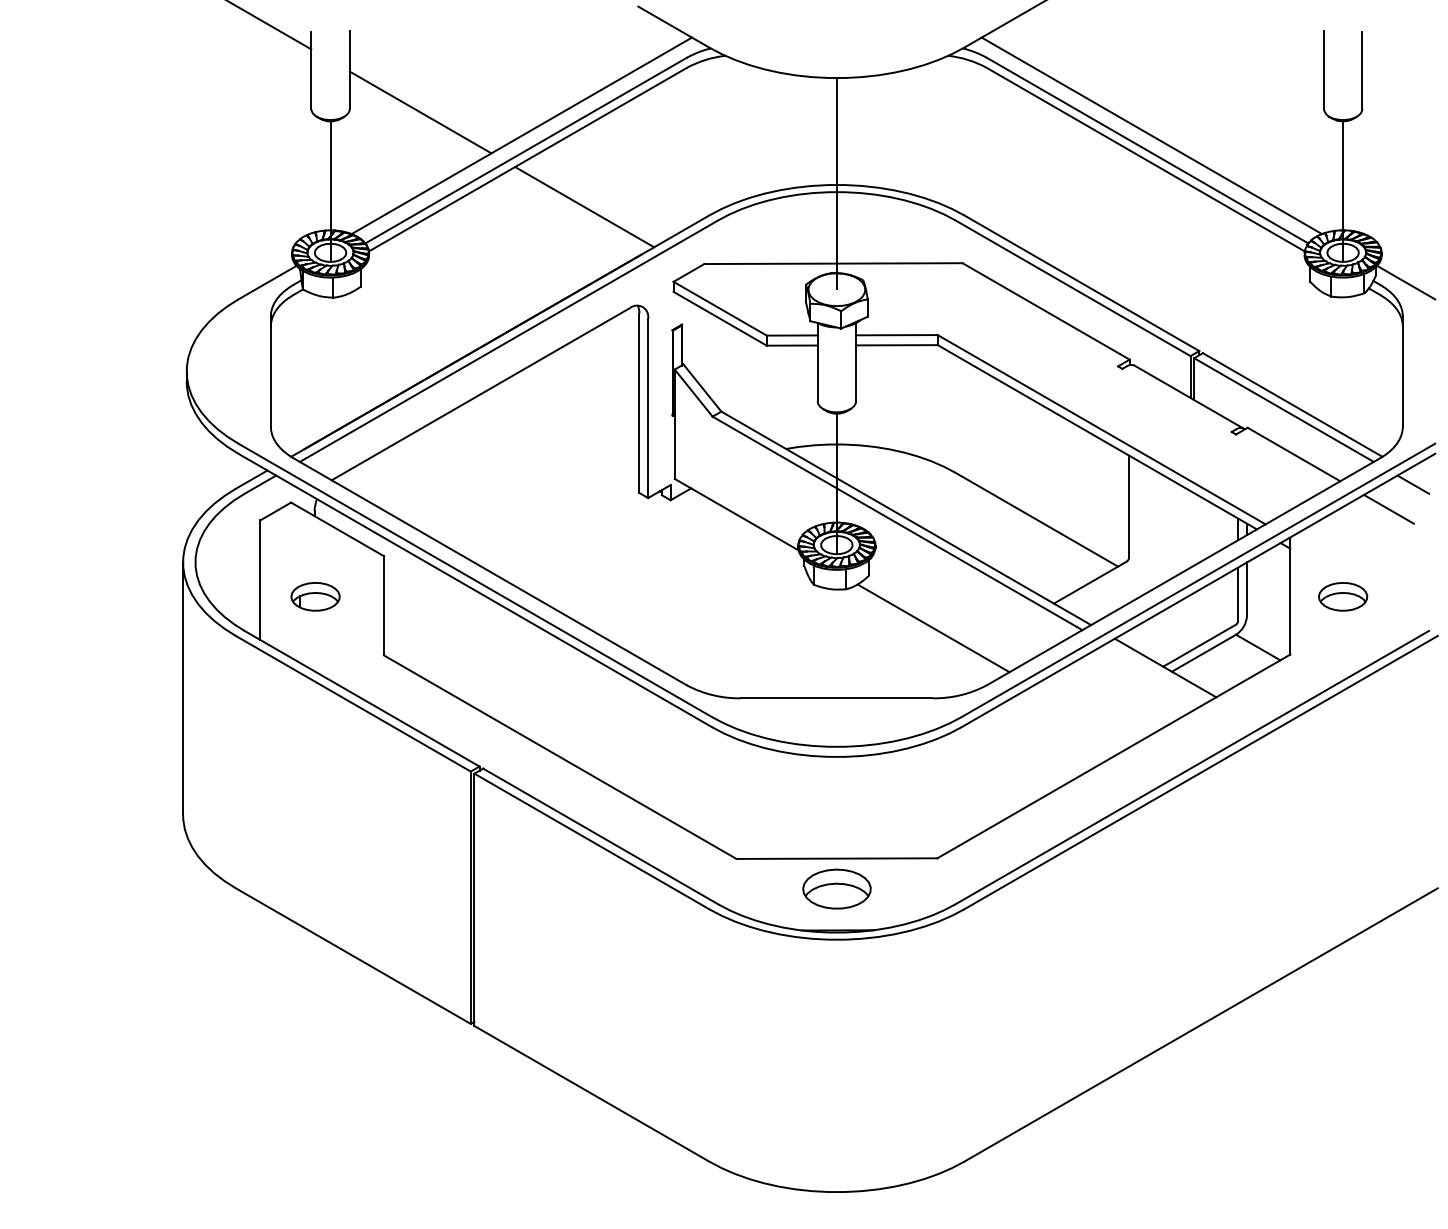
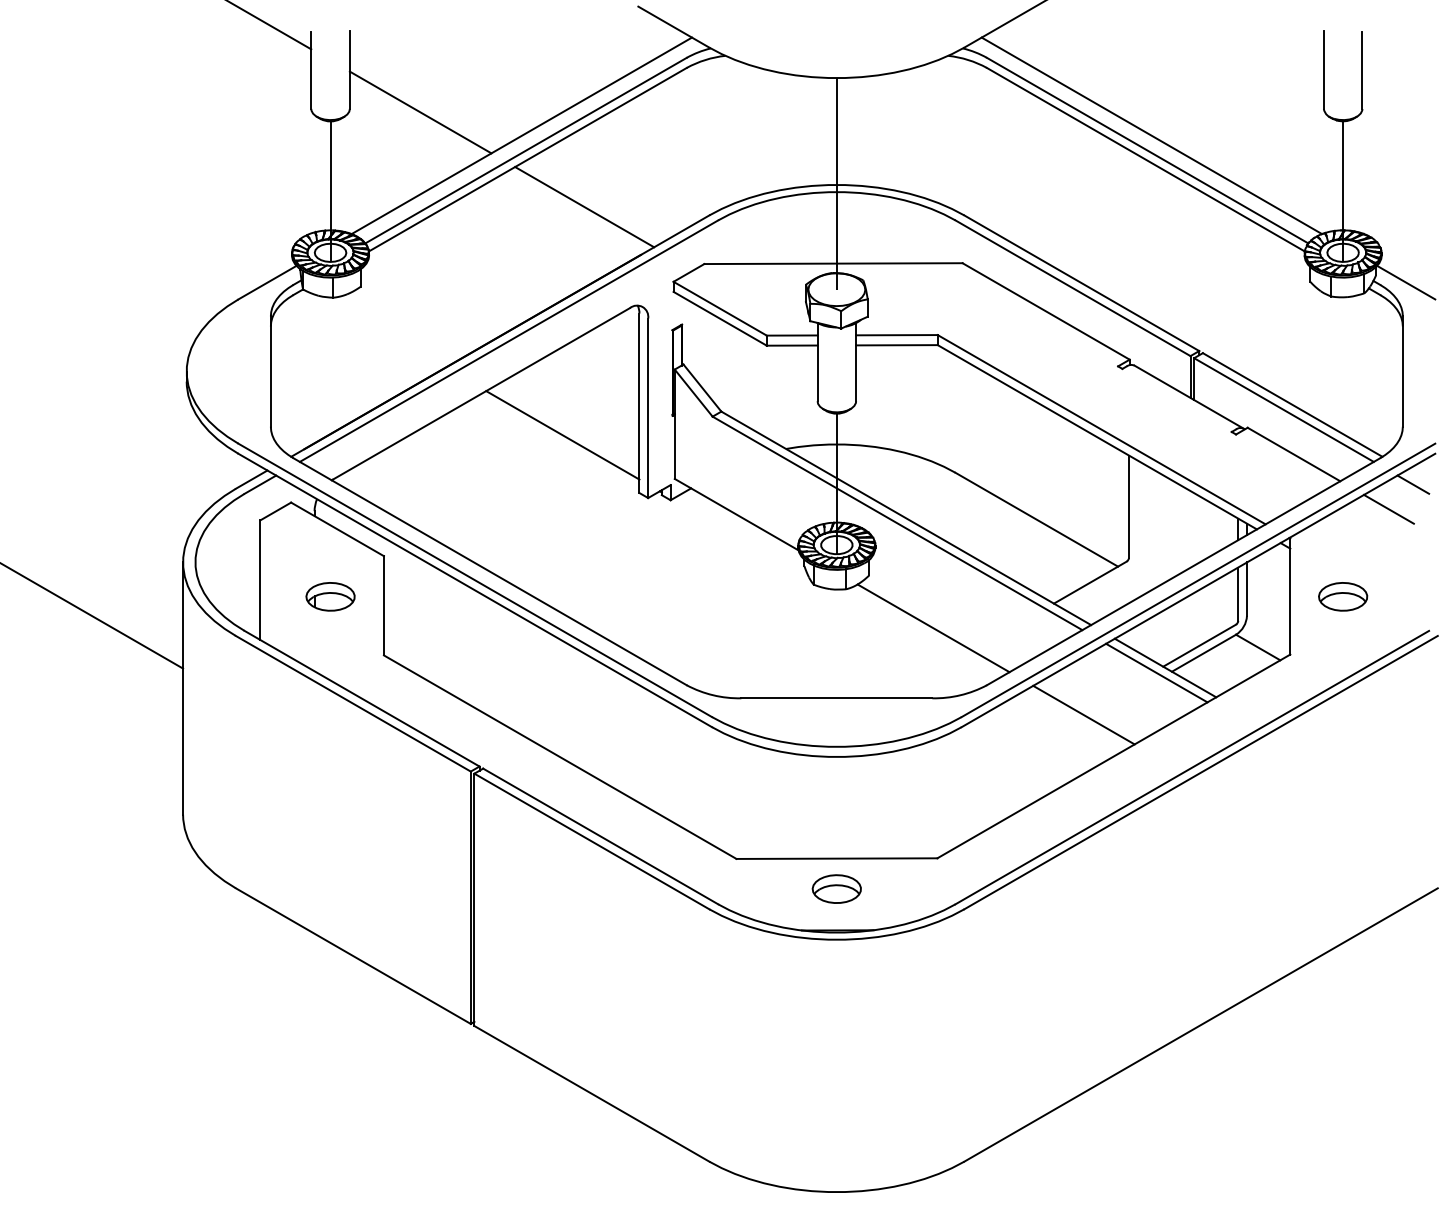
line at (562, 435): none -> present
part at (315, 596) position: (315, 596) -> (330, 596)
line at (92, 616): none -> present
line at (1156, 672): none -> present
line at (1083, 714): none -> present
part at (836, 888) size: 70x42 px -> 51x30 px
